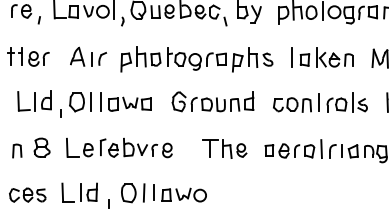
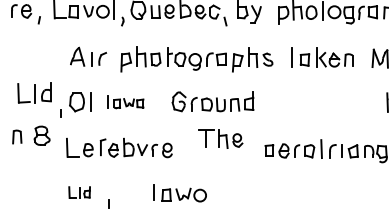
part at (28, 56): present -> none
part at (34, 100) position: (34, 100) -> (34, 92)
part at (125, 101) size: 52x20 px -> 38x15 px
part at (320, 102): present -> none
part at (41, 147) position: (41, 147) -> (41, 135)
part at (224, 148) position: (224, 148) -> (220, 138)
part at (17, 150) position: (17, 150) -> (17, 136)
part at (79, 192) size: 37x21 px -> 23x13 px
part at (133, 193): present -> none
part at (27, 194): present -> none
